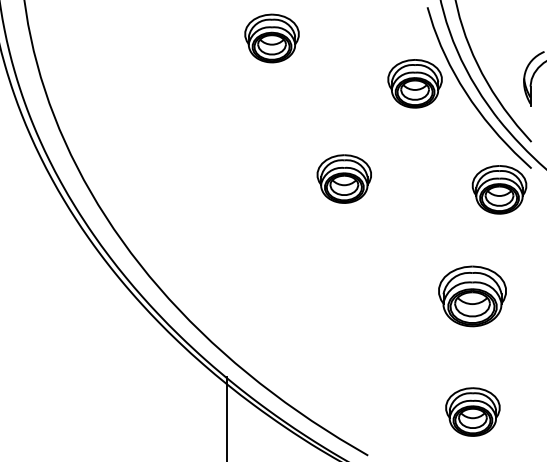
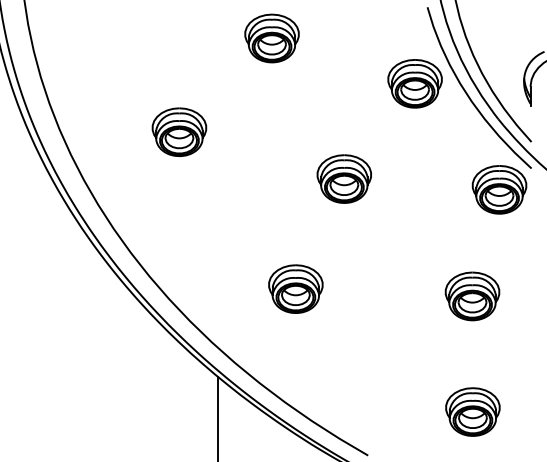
part at (179, 131): none -> present
part at (295, 288): none -> present
part at (472, 296) size: 69x63 px -> 57x51 px
line at (227, 417) position: (227, 417) -> (218, 417)
